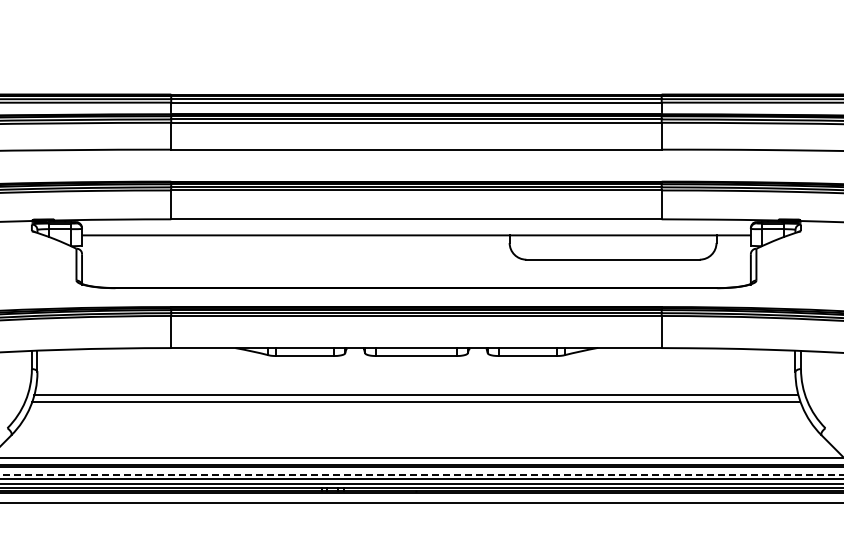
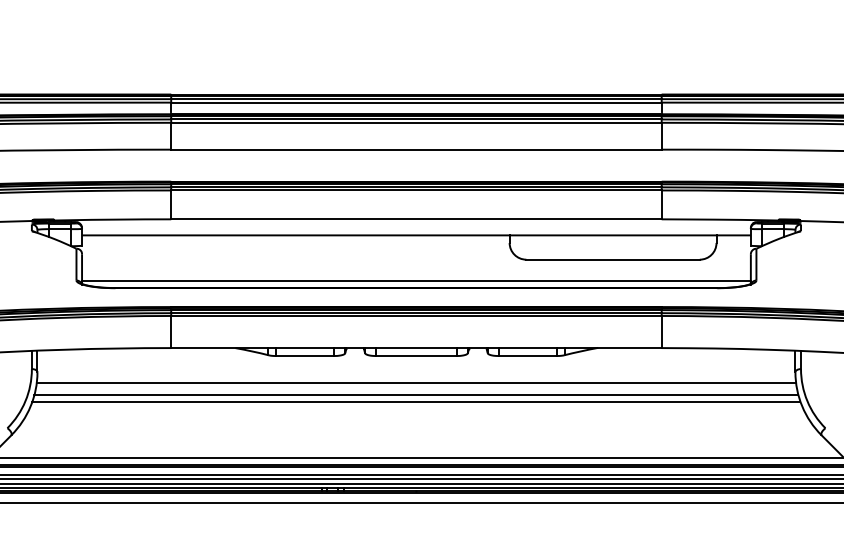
line at (416, 280): none -> present
line at (416, 382): none -> present
line at (422, 474): dashed -> solid
